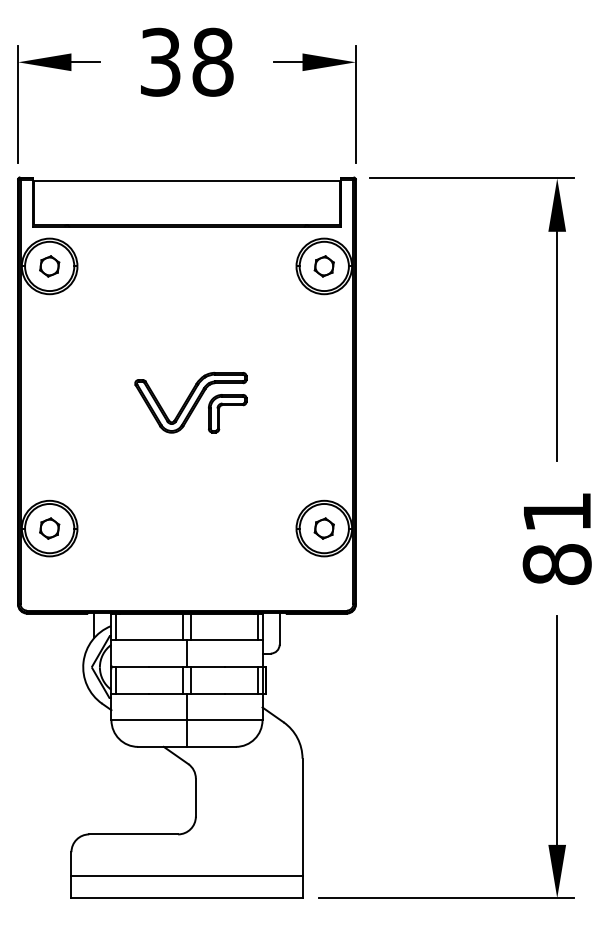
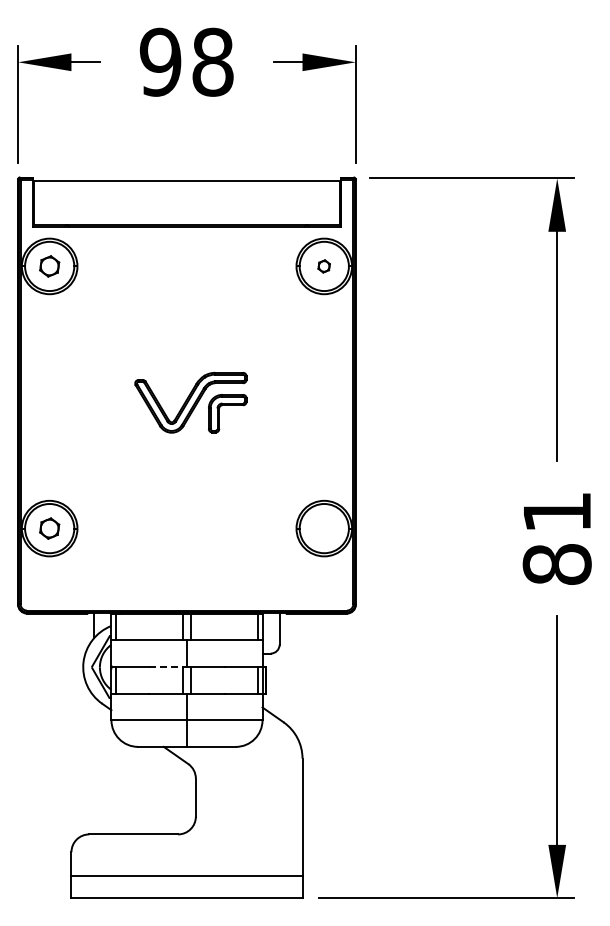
text at (160, 61): 38 -> 98
part at (323, 266) size: 22x23 px -> 14x15 px
part at (323, 528): present -> none
line at (165, 666): solid -> dashed
